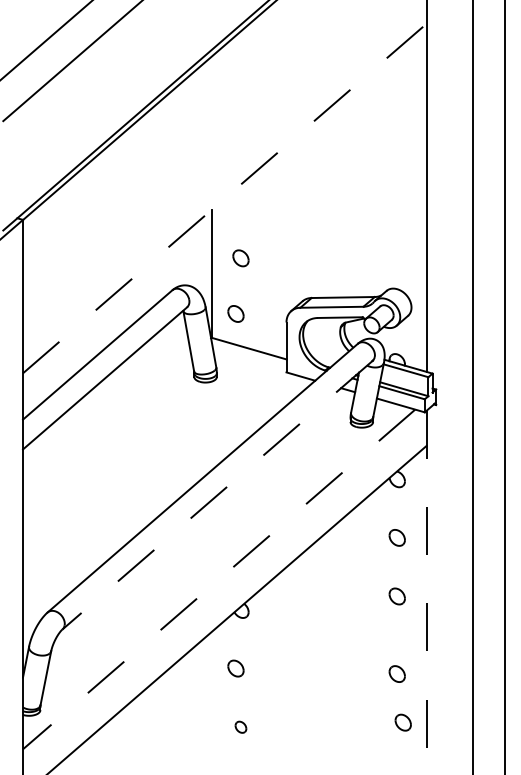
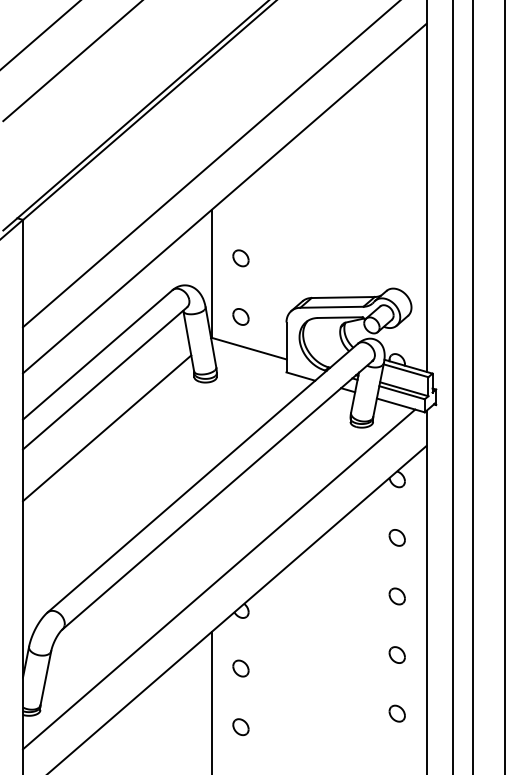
line at (46, 40) position: (46, 40) -> (40, 35)
line at (210, 164): none -> present
line at (224, 198): dashed -> solid
part at (235, 313) position: (235, 313) -> (240, 316)
line at (453, 386): none -> present
line at (107, 428): none -> present
line at (217, 495): dashed -> solid
line at (218, 579): dashed -> solid
line at (426, 592): dashed -> solid
part at (235, 668) position: (235, 668) -> (240, 668)
part at (396, 673) position: (396, 673) -> (396, 654)
line at (211, 701): none -> present
part at (402, 722) position: (402, 722) -> (396, 713)
part at (240, 726) size: 14x14 px -> 18x19 px
